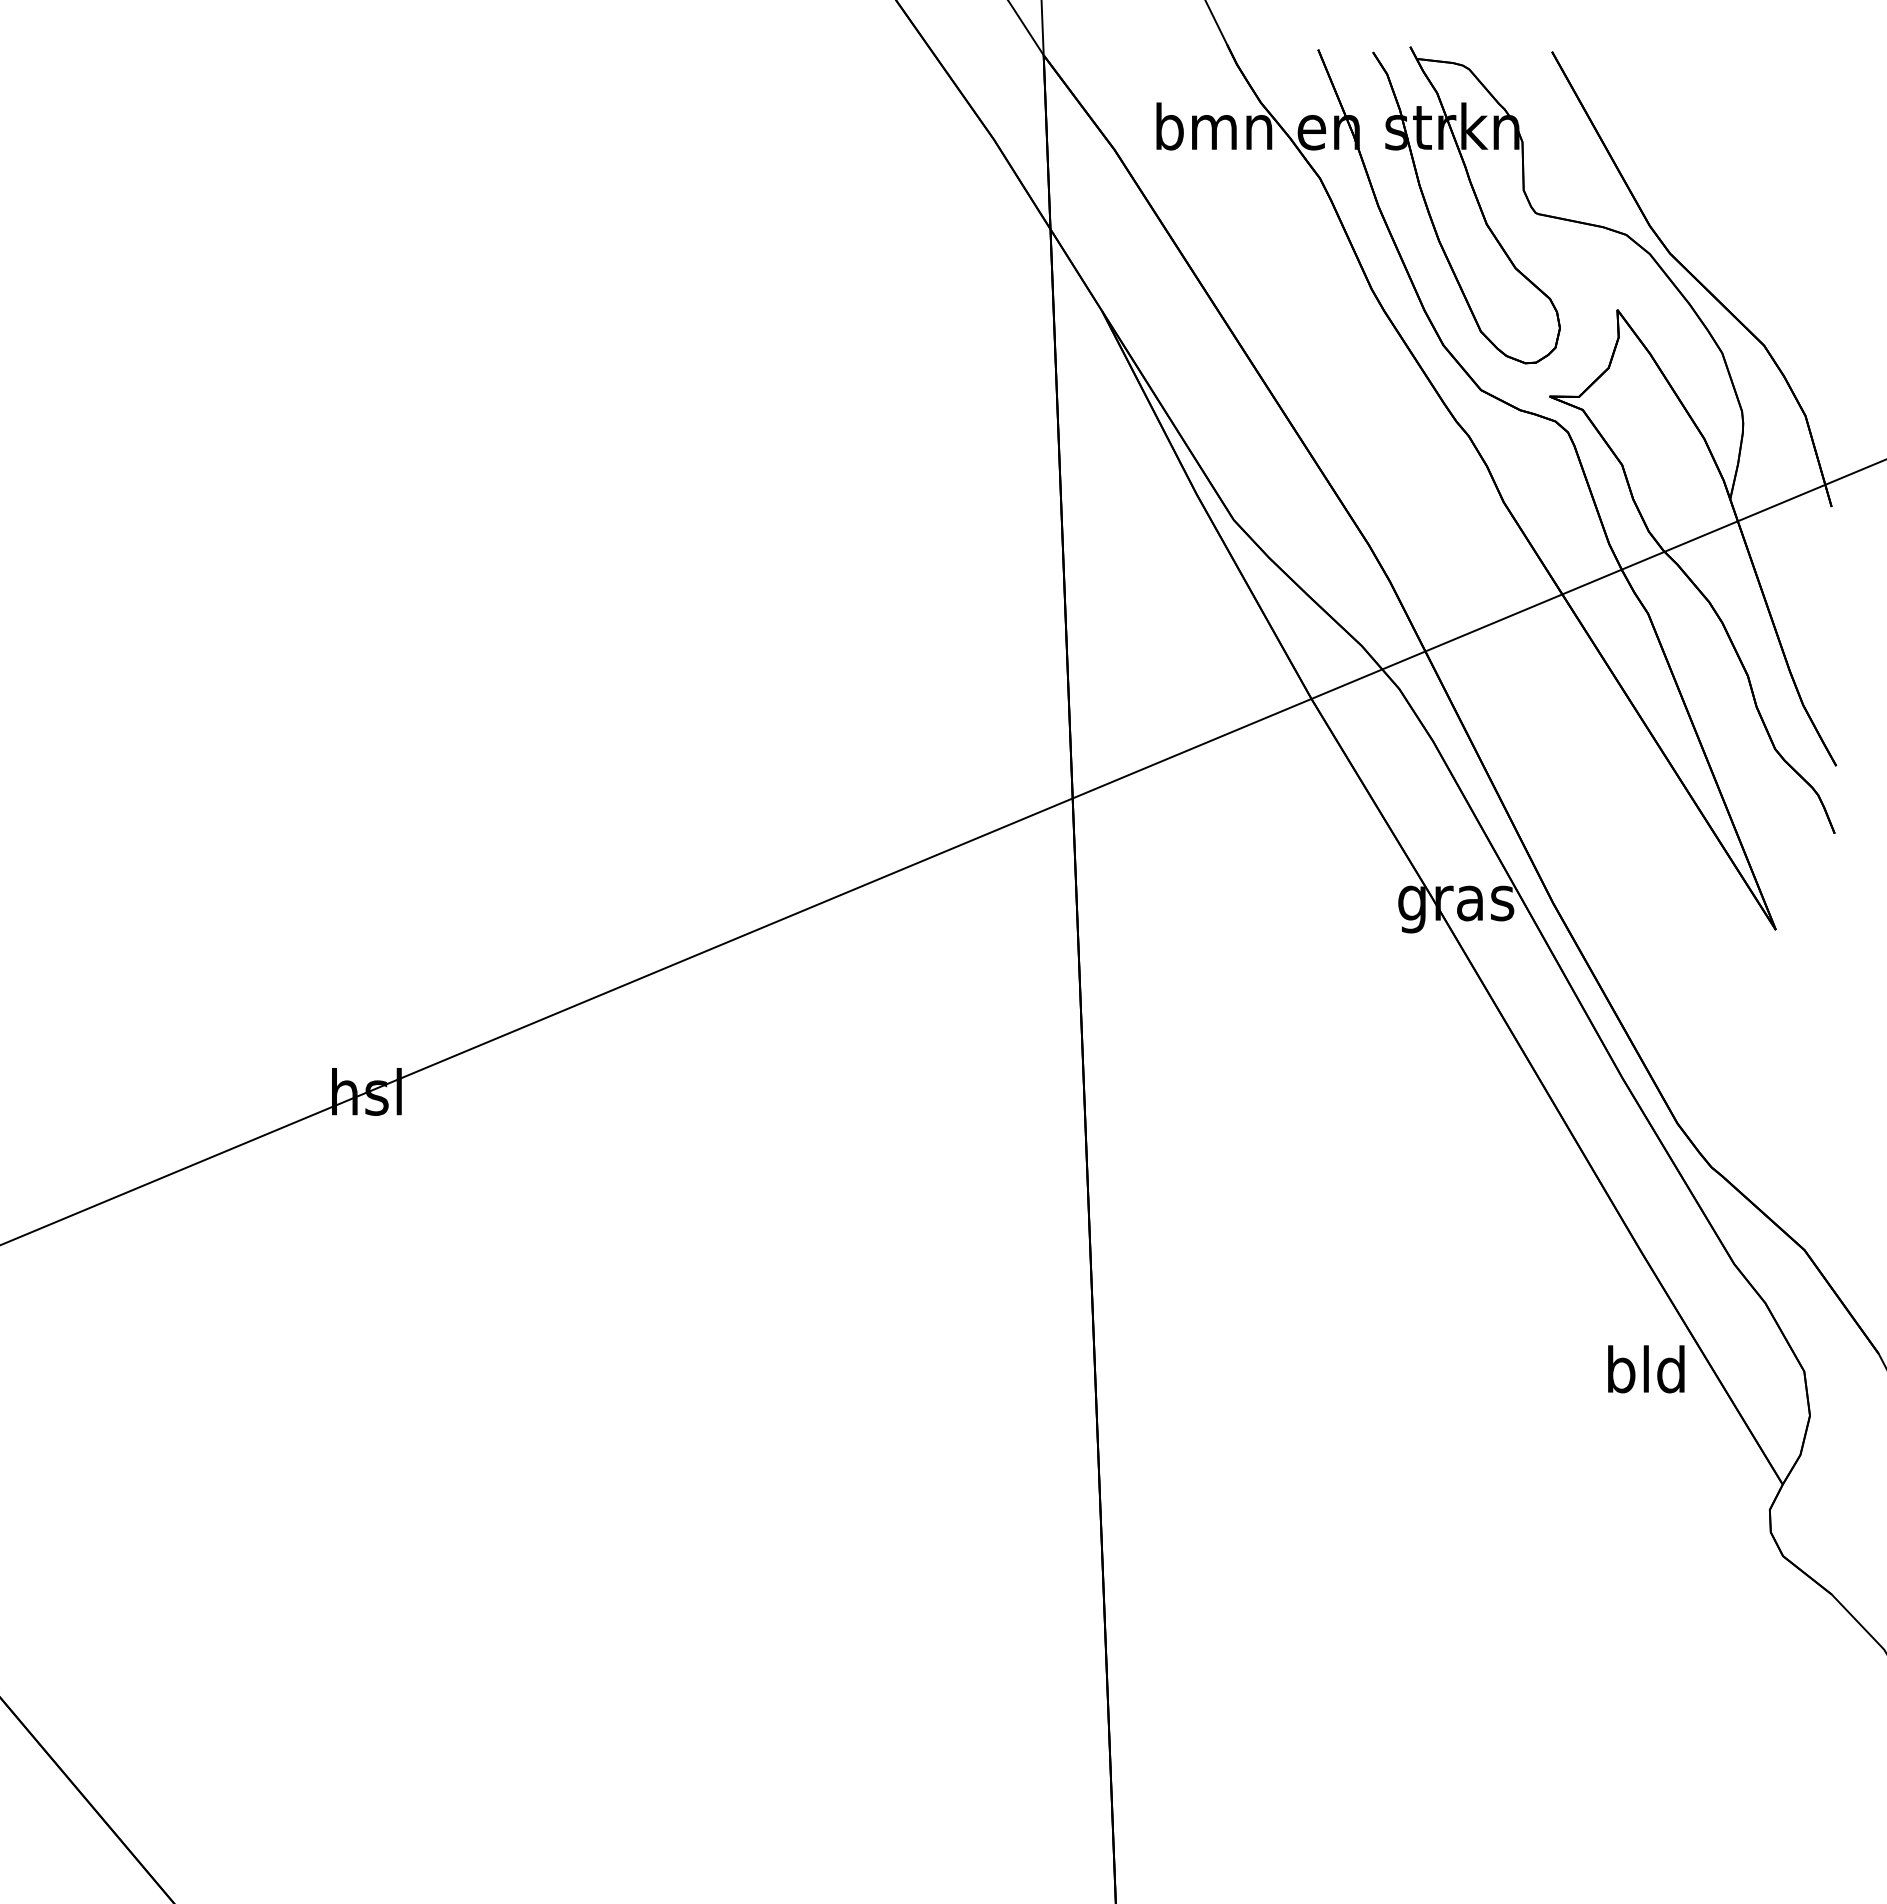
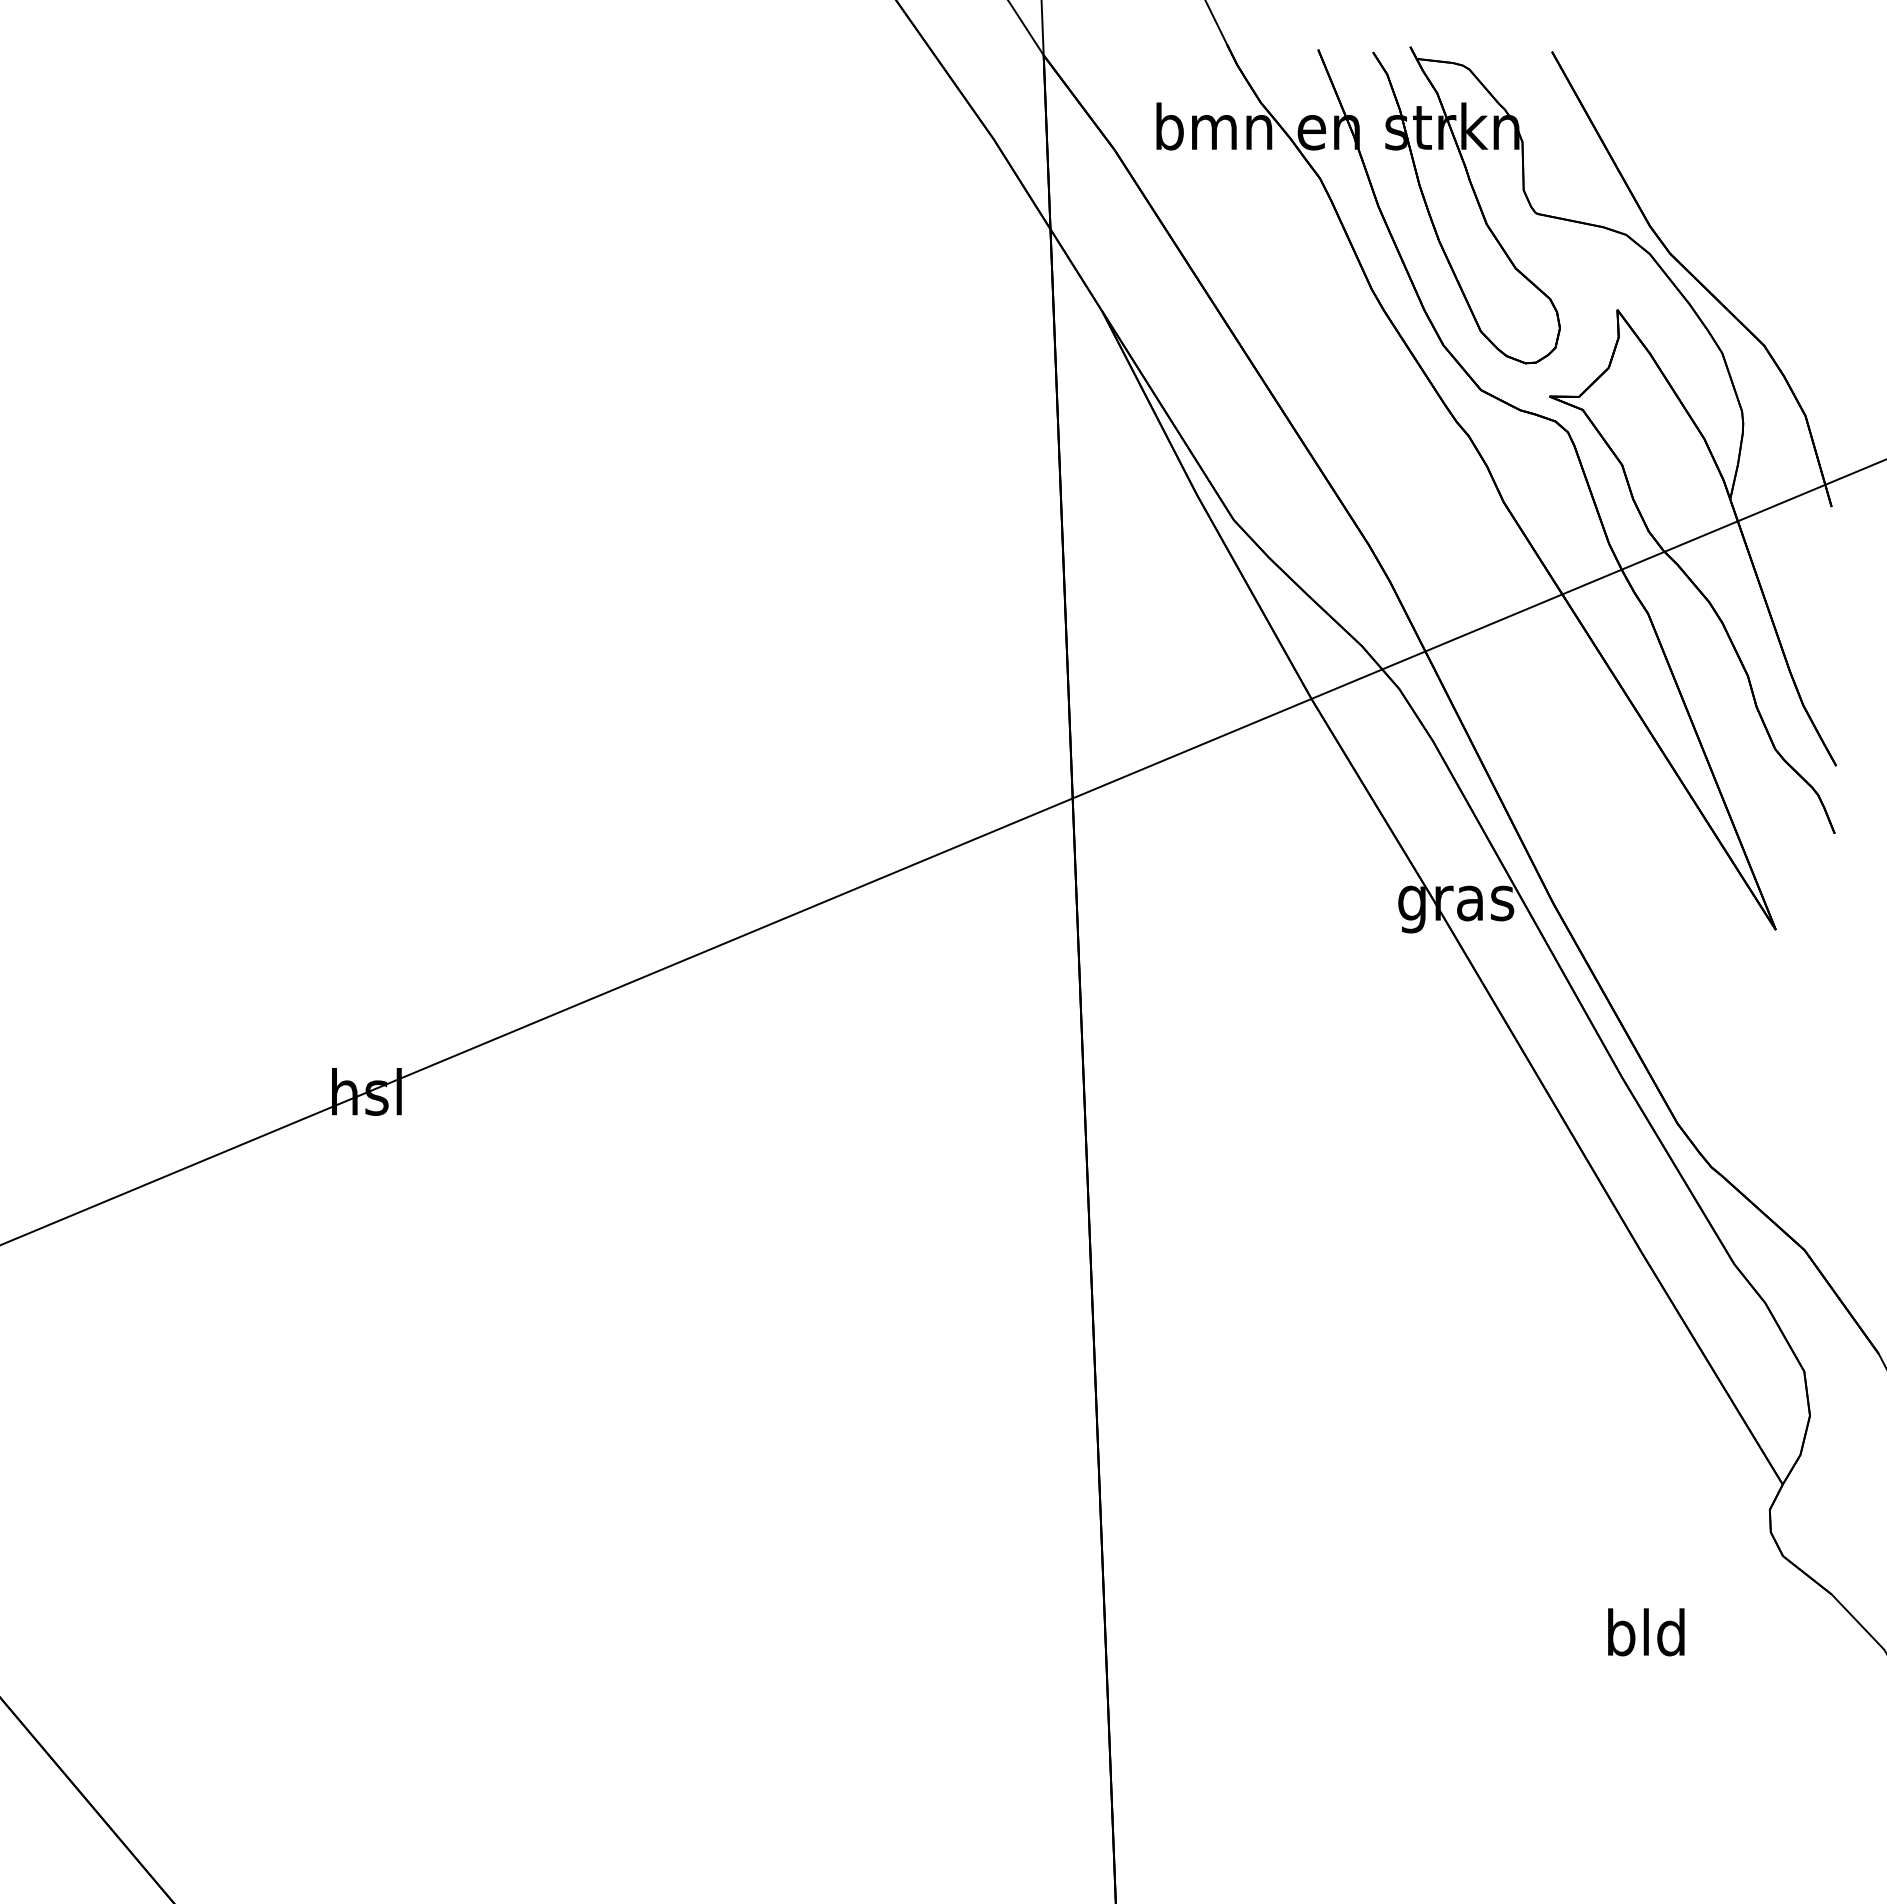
text at (1646, 1369) position: (1646, 1369) -> (1646, 1632)
